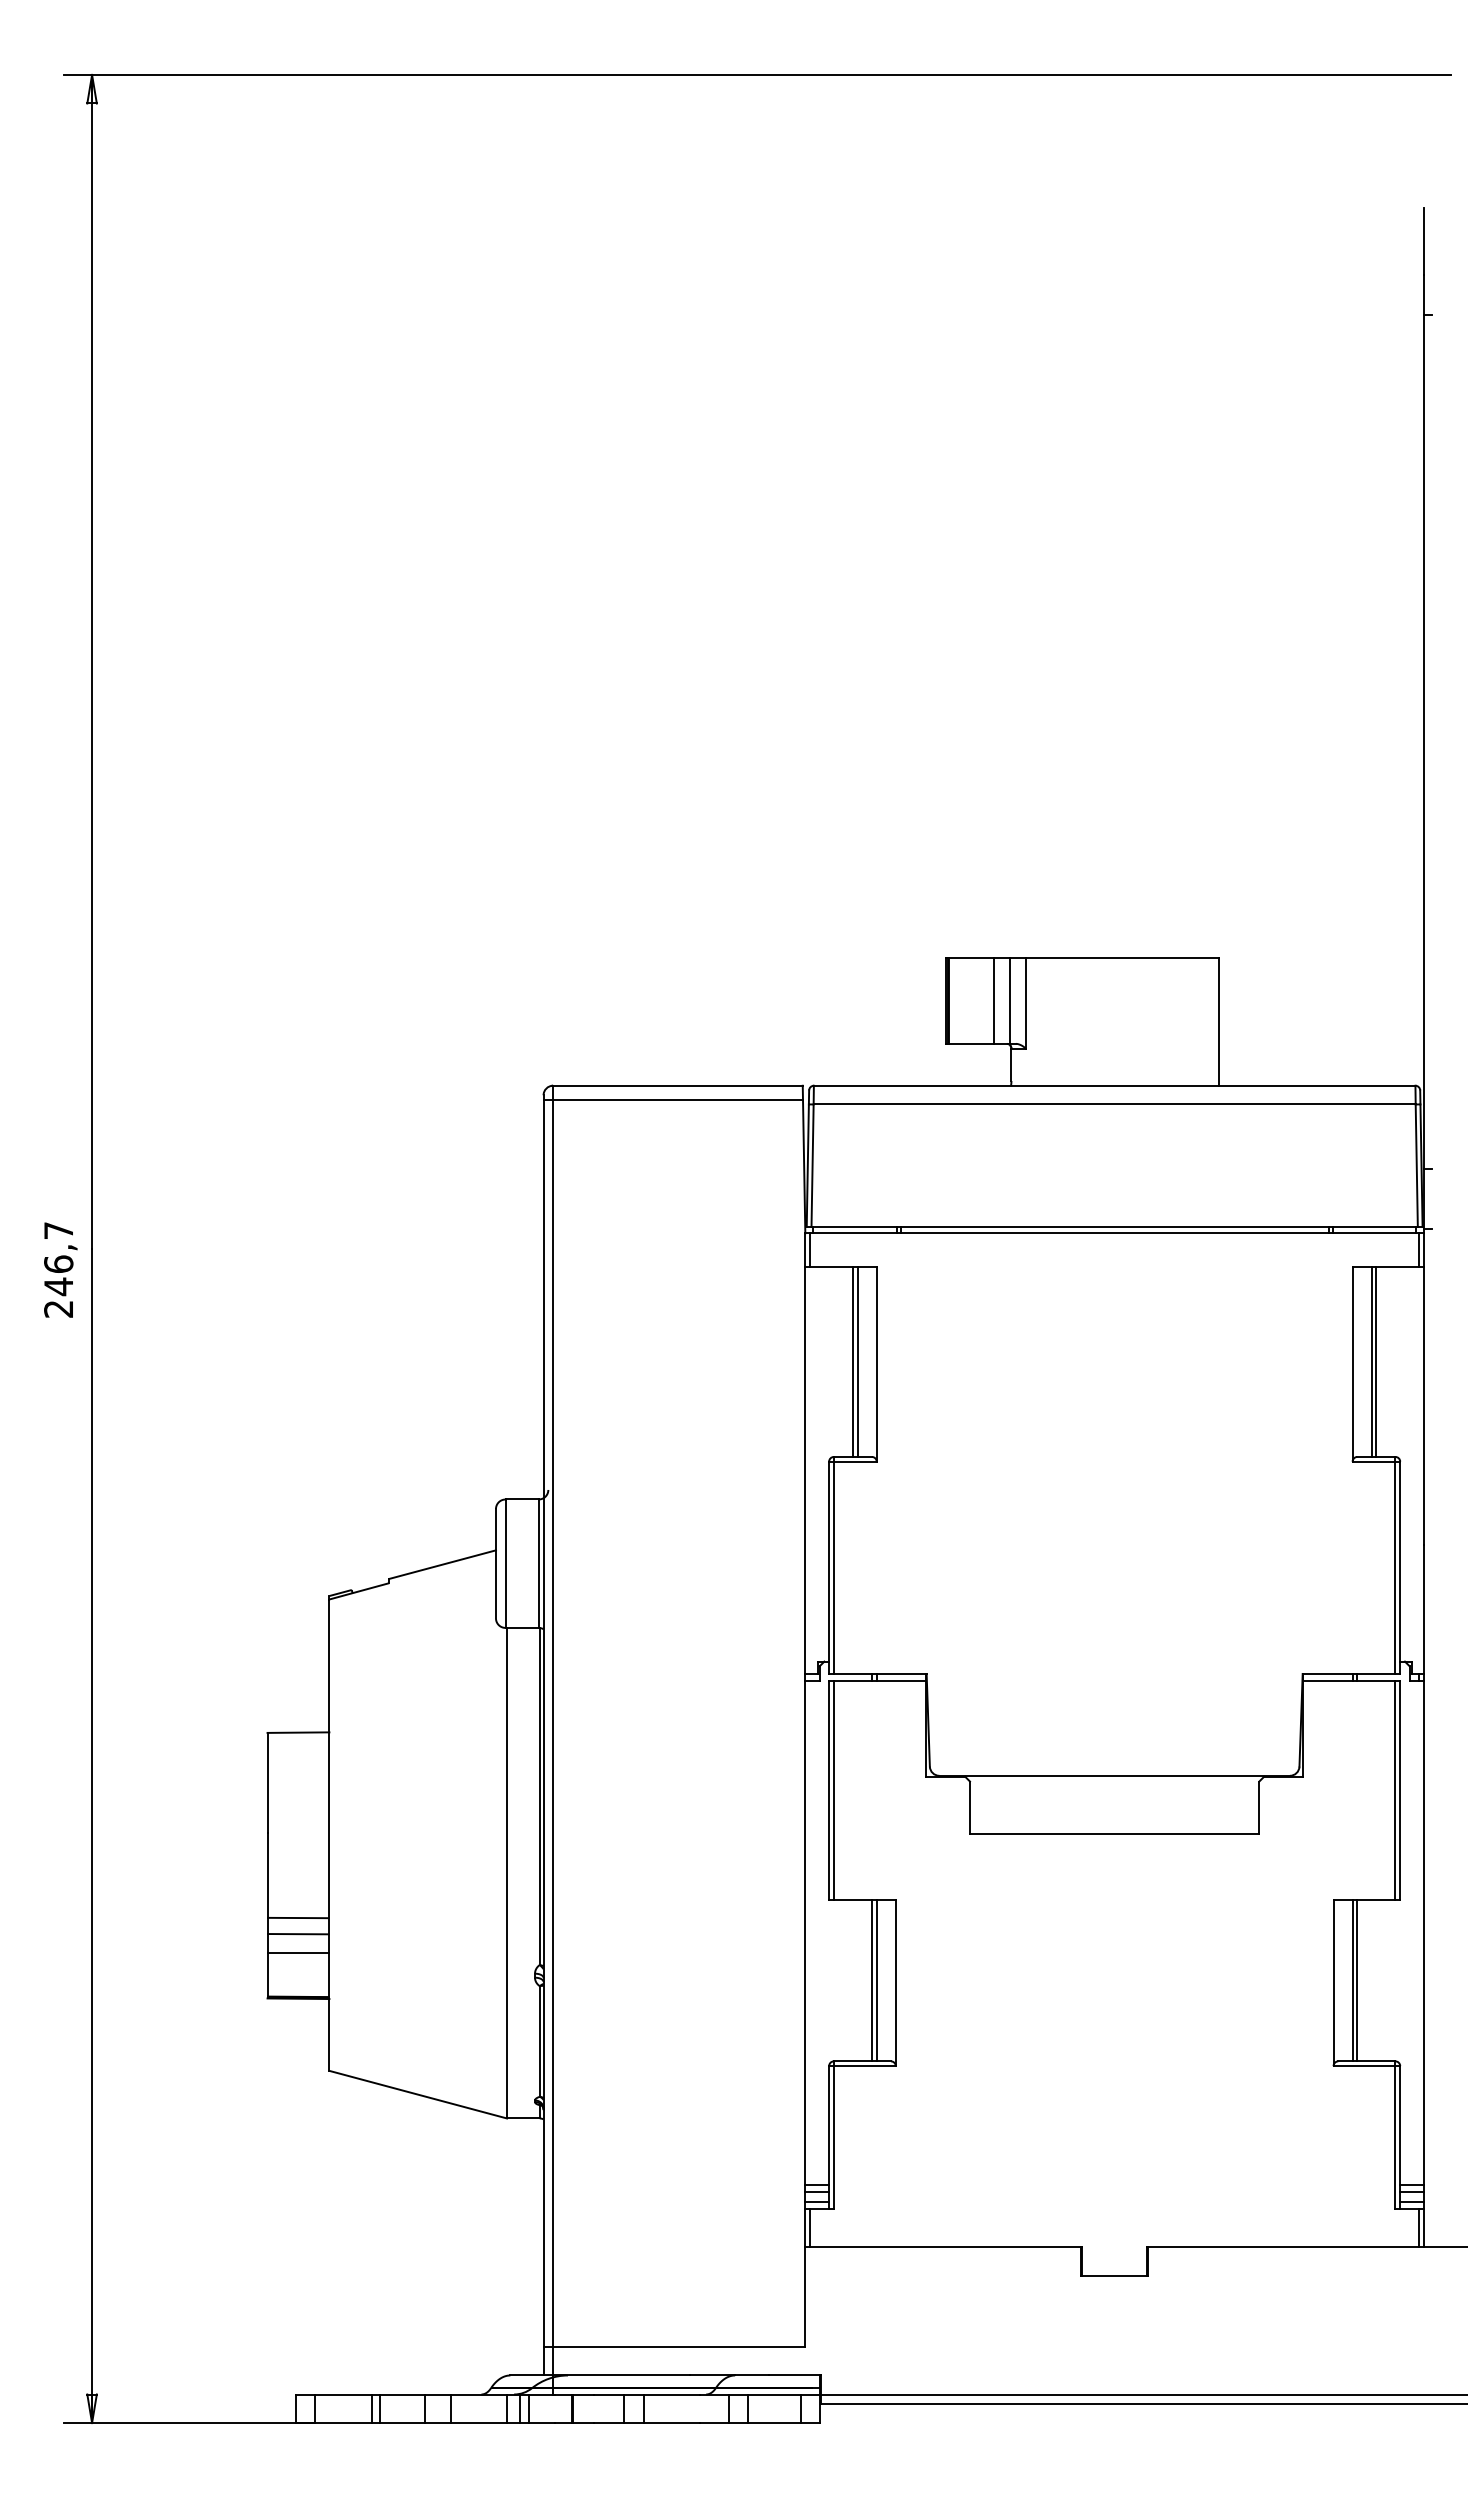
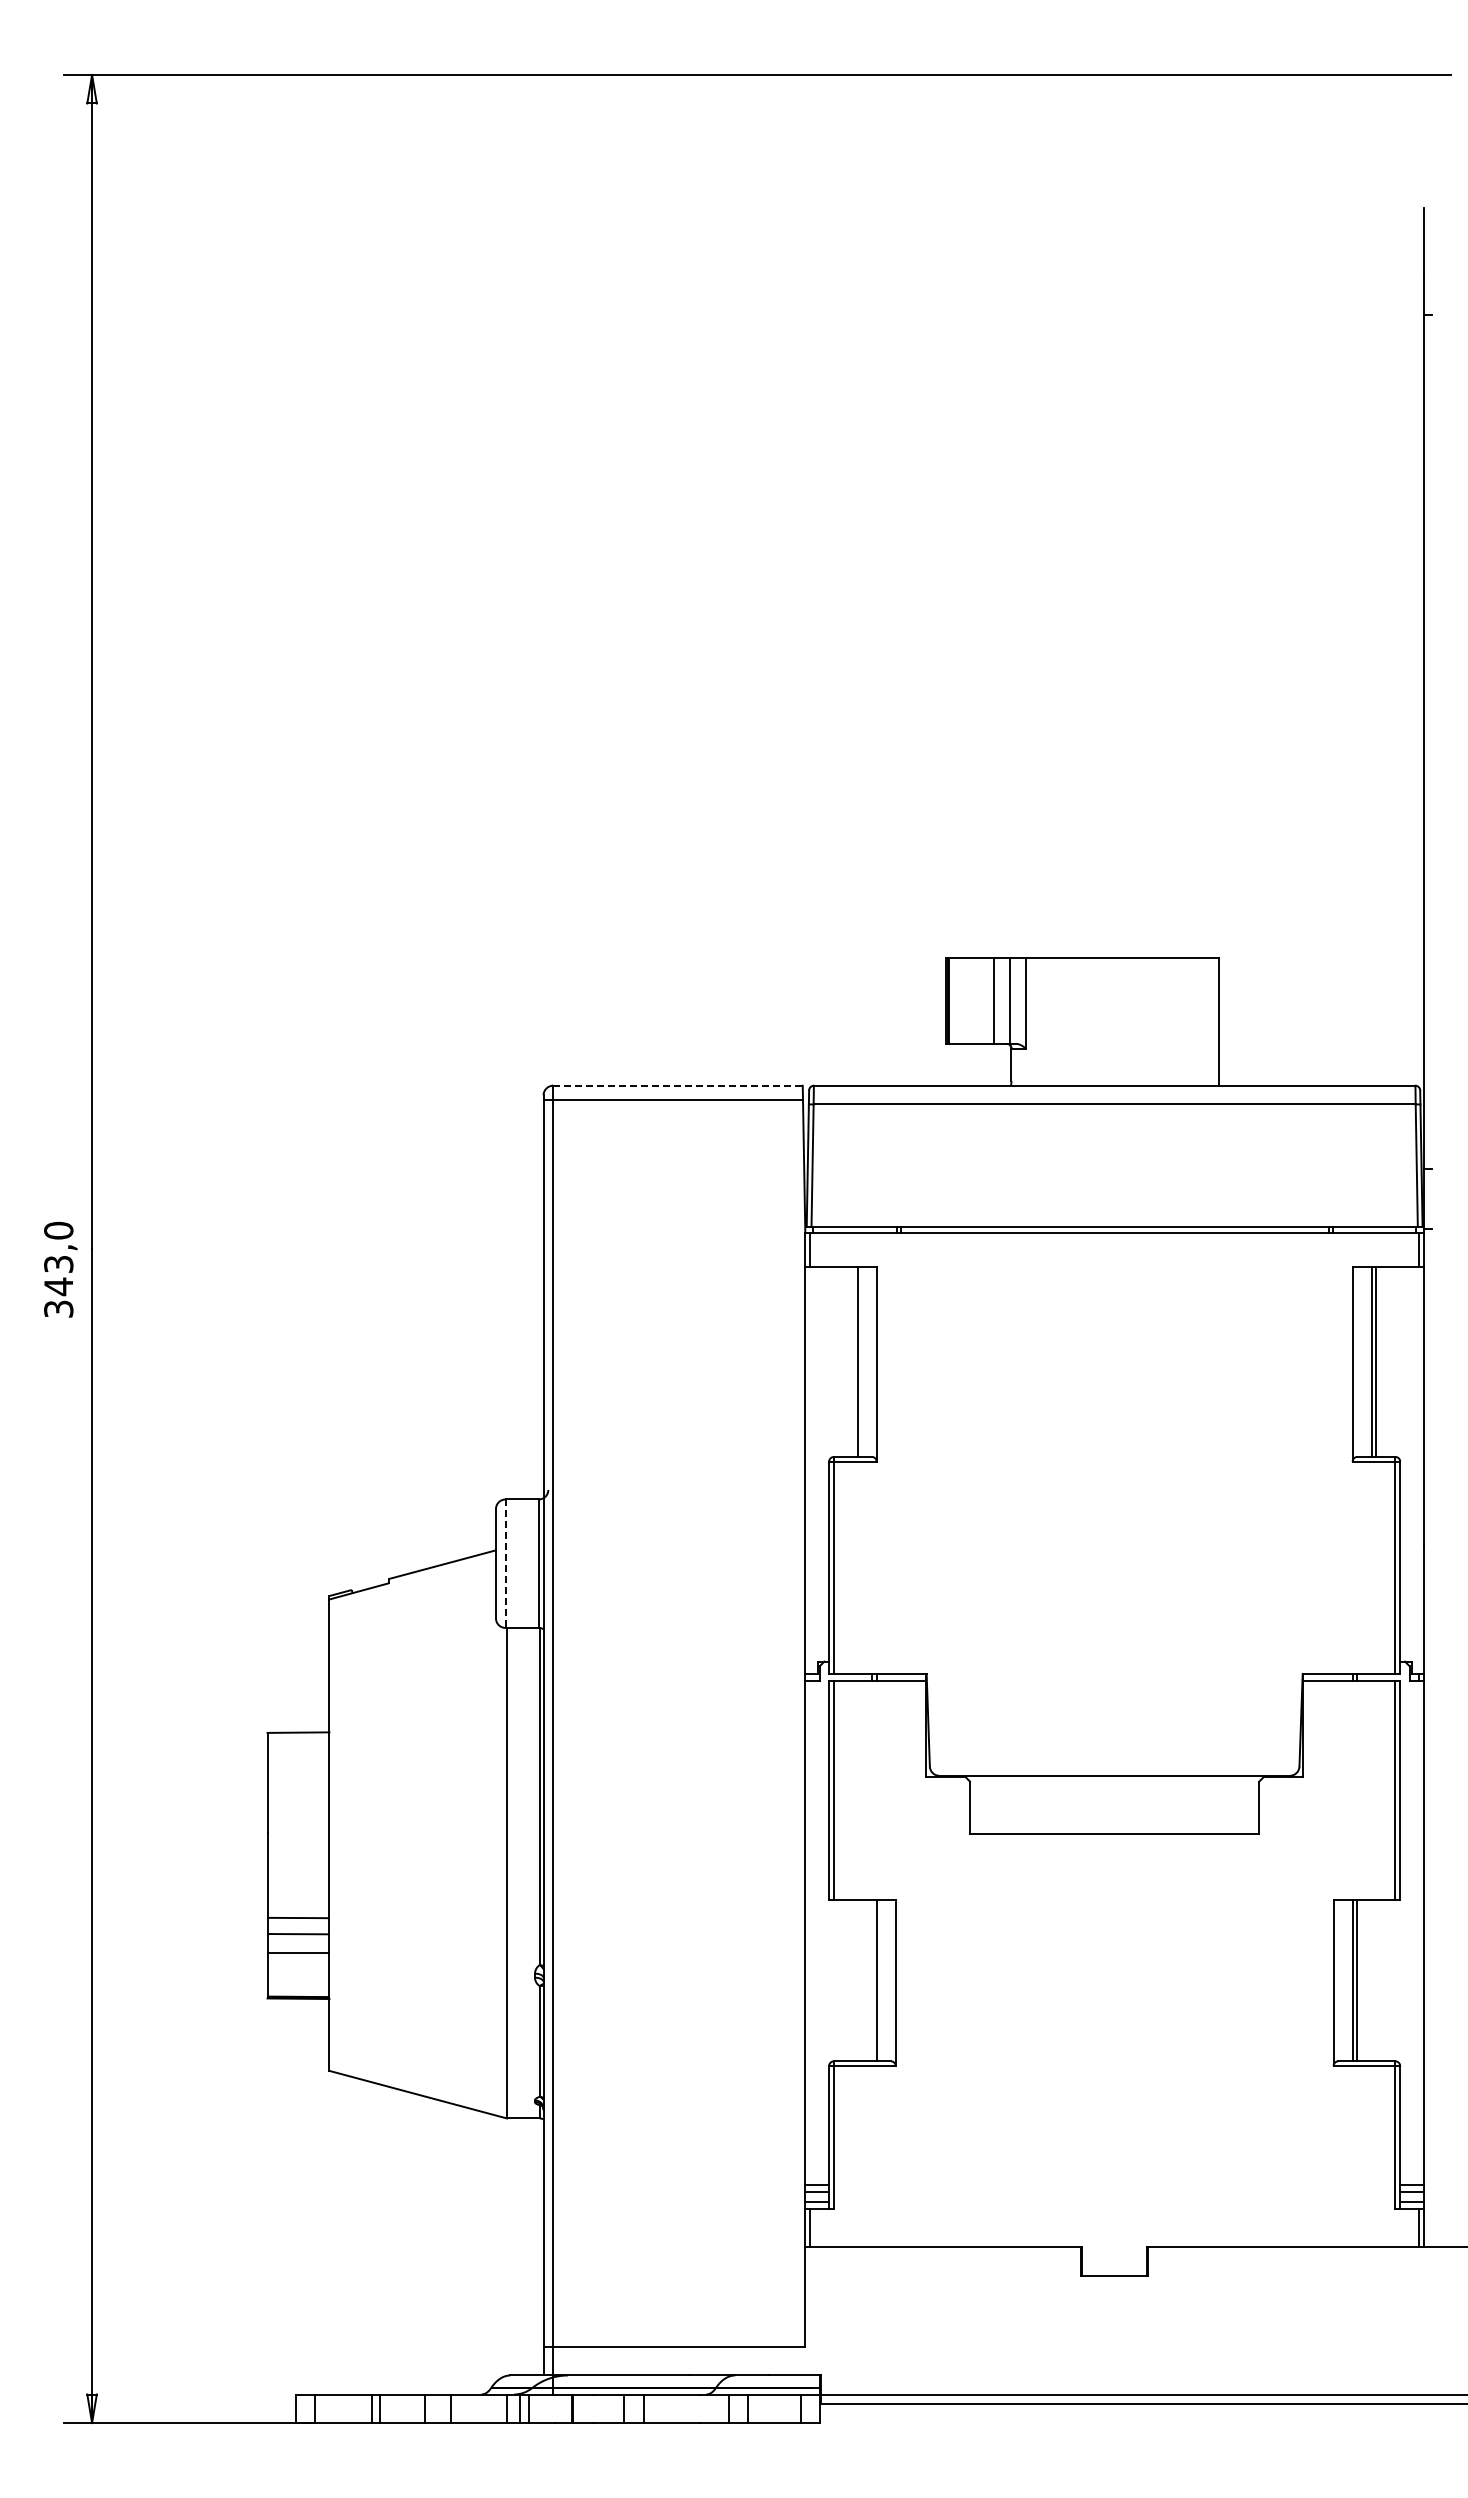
line at (677, 1085): solid -> dashed
text at (58, 1269): 246,7 -> 343,0
line at (852, 1361): present -> none
line at (505, 1564): solid -> dashed
line at (871, 1980): present -> none
